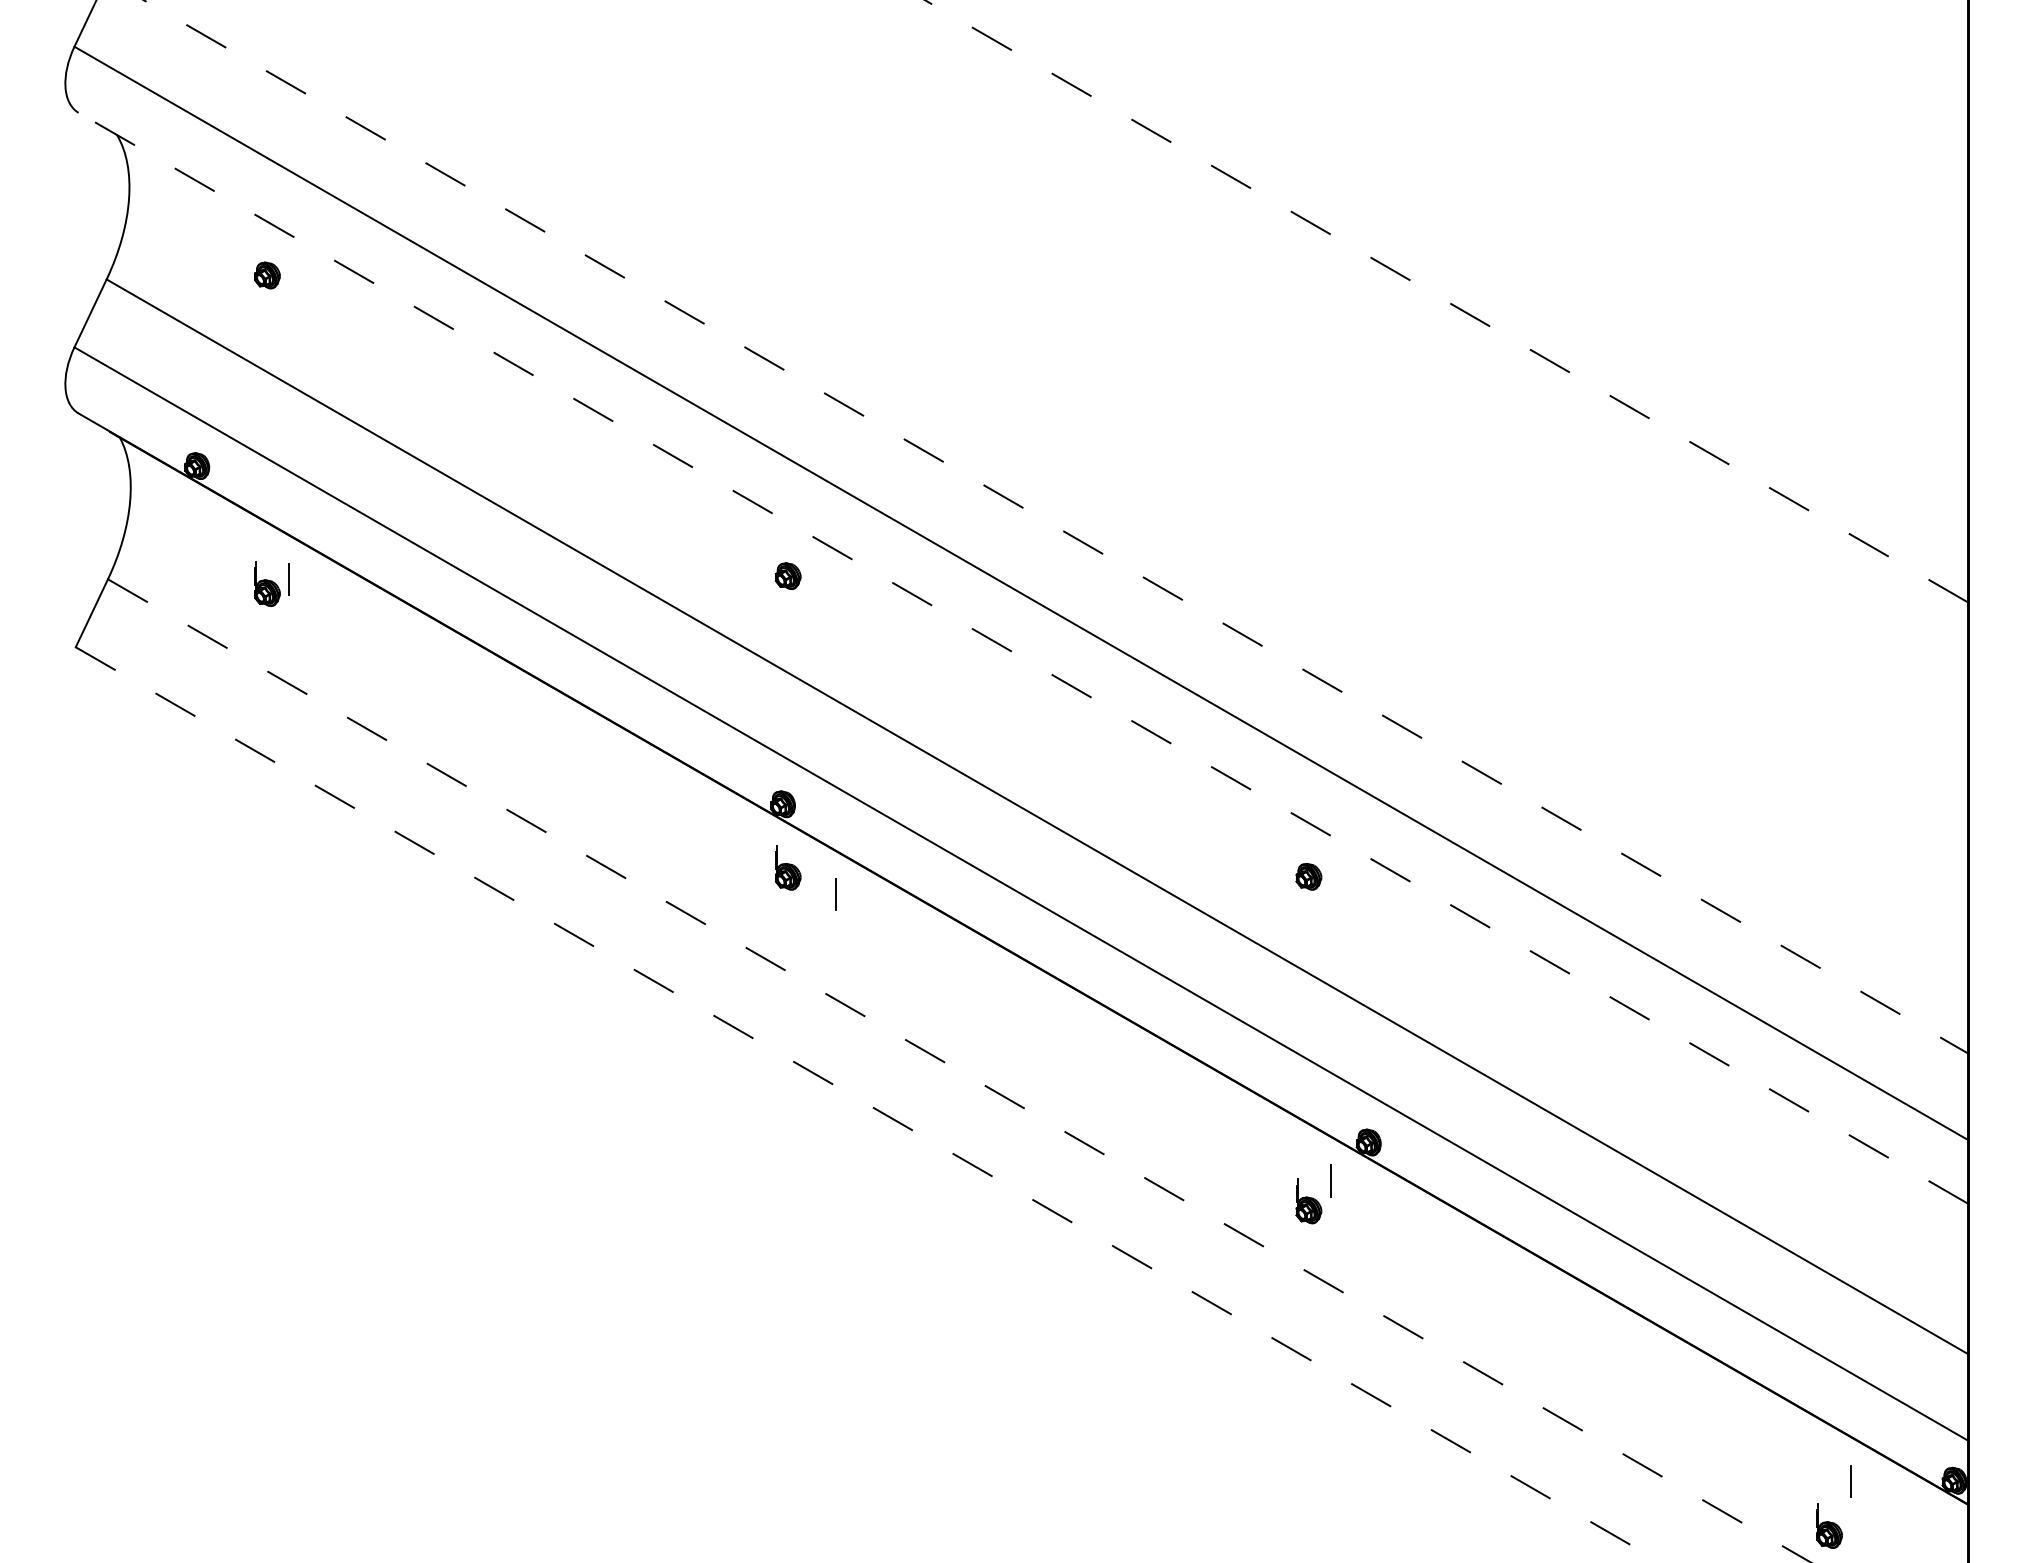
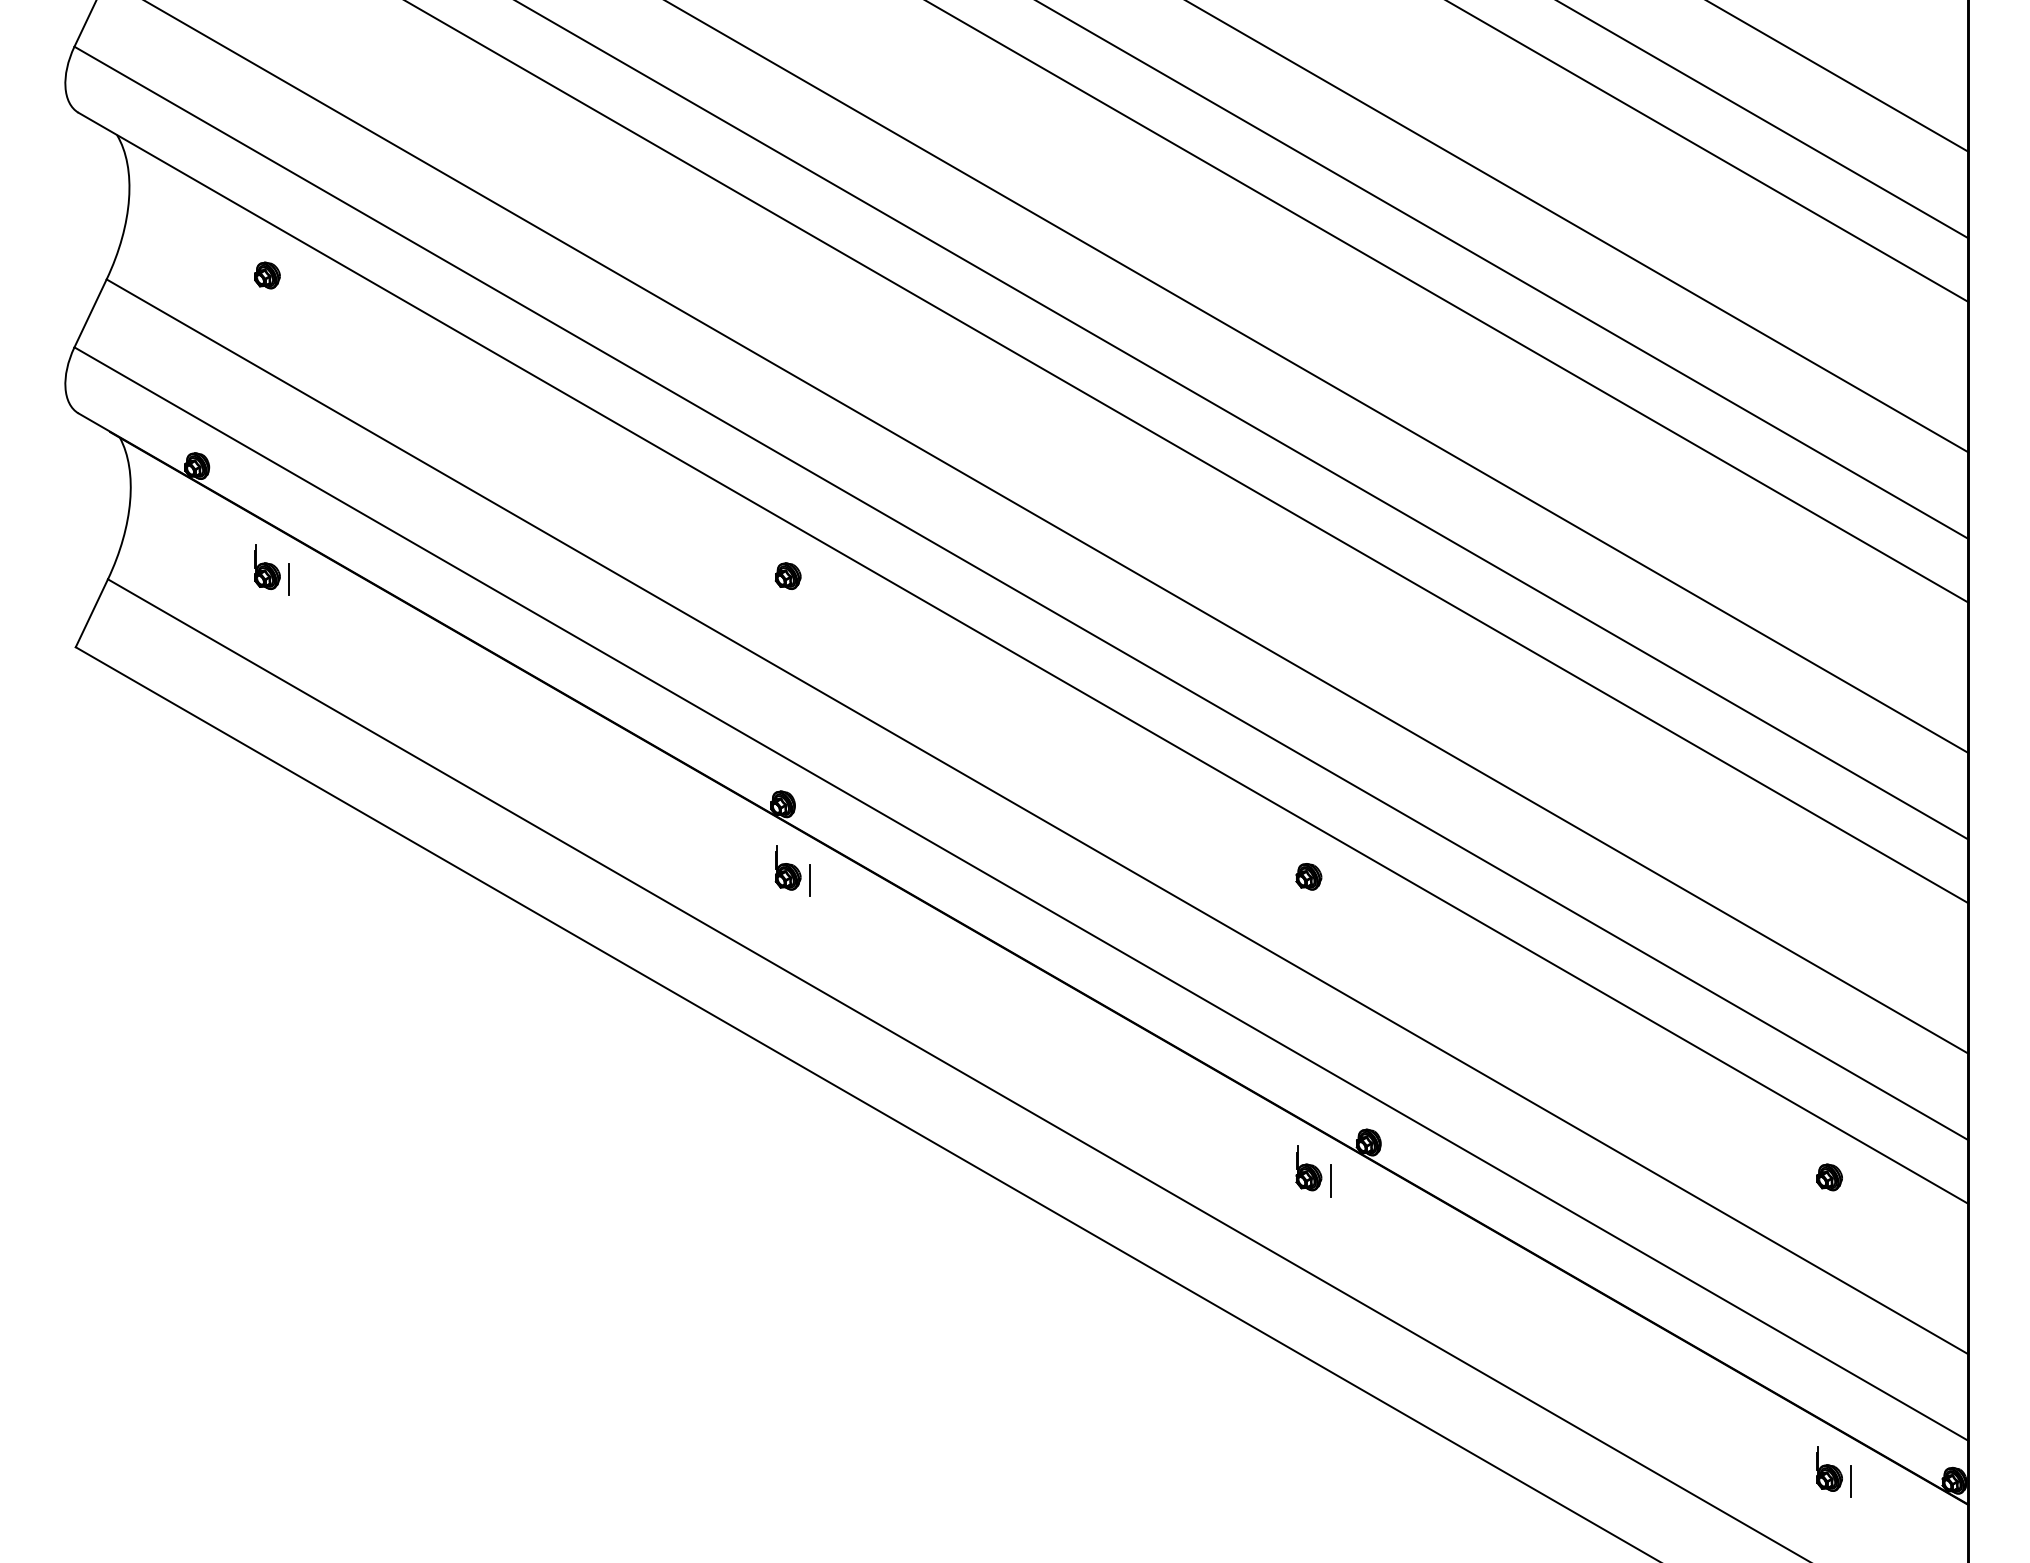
line at (1838, 76): none -> present
line at (1763, 120): none -> present
line at (1708, 152): none -> present
line at (1578, 227): none -> present
line at (1503, 270): none -> present
line at (1446, 301): dashed -> solid
line at (1318, 377): none -> present
line at (1243, 420): none -> present
line at (1187, 452): none -> present
line at (1056, 527): dashed -> solid
part at (267, 584) position: (267, 584) -> (267, 567)
line at (1023, 658): dashed -> solid
line at (835, 894) position: (835, 894) -> (809, 880)
line at (959, 1071): dashed -> solid
line at (868, 1105): dashed -> solid
part at (1829, 1177): none -> present
part at (1308, 1201) position: (1308, 1201) -> (1308, 1168)
part at (1829, 1525) position: (1829, 1525) -> (1829, 1468)
